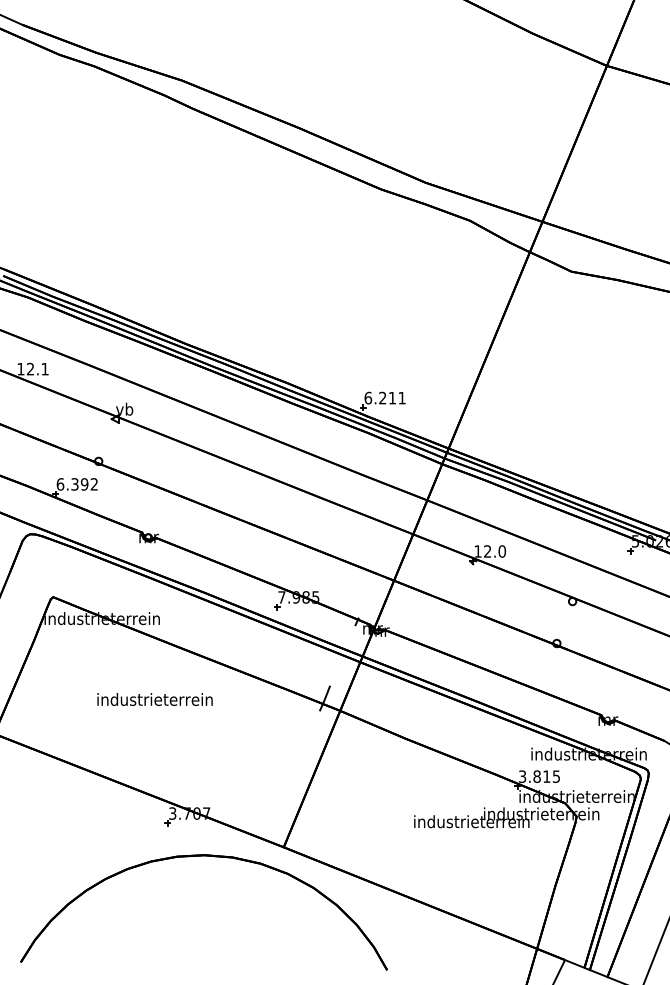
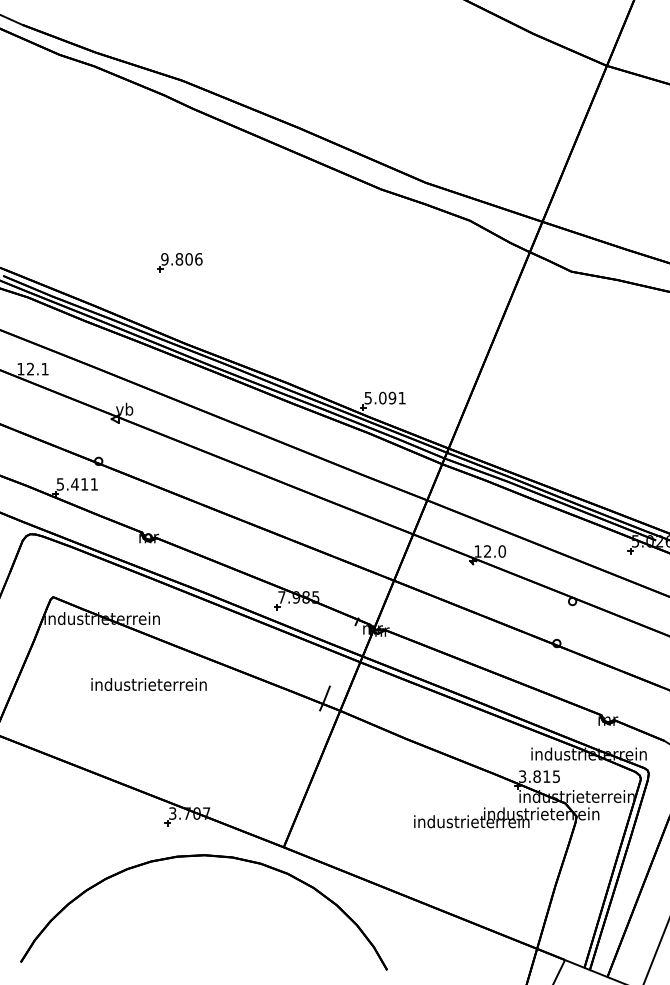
part at (179, 262): none -> present
text at (380, 397): 6.211 -> 5.091
text at (76, 484): 6.392 -> 5.411
text at (154, 699) position: (154, 699) -> (148, 684)
